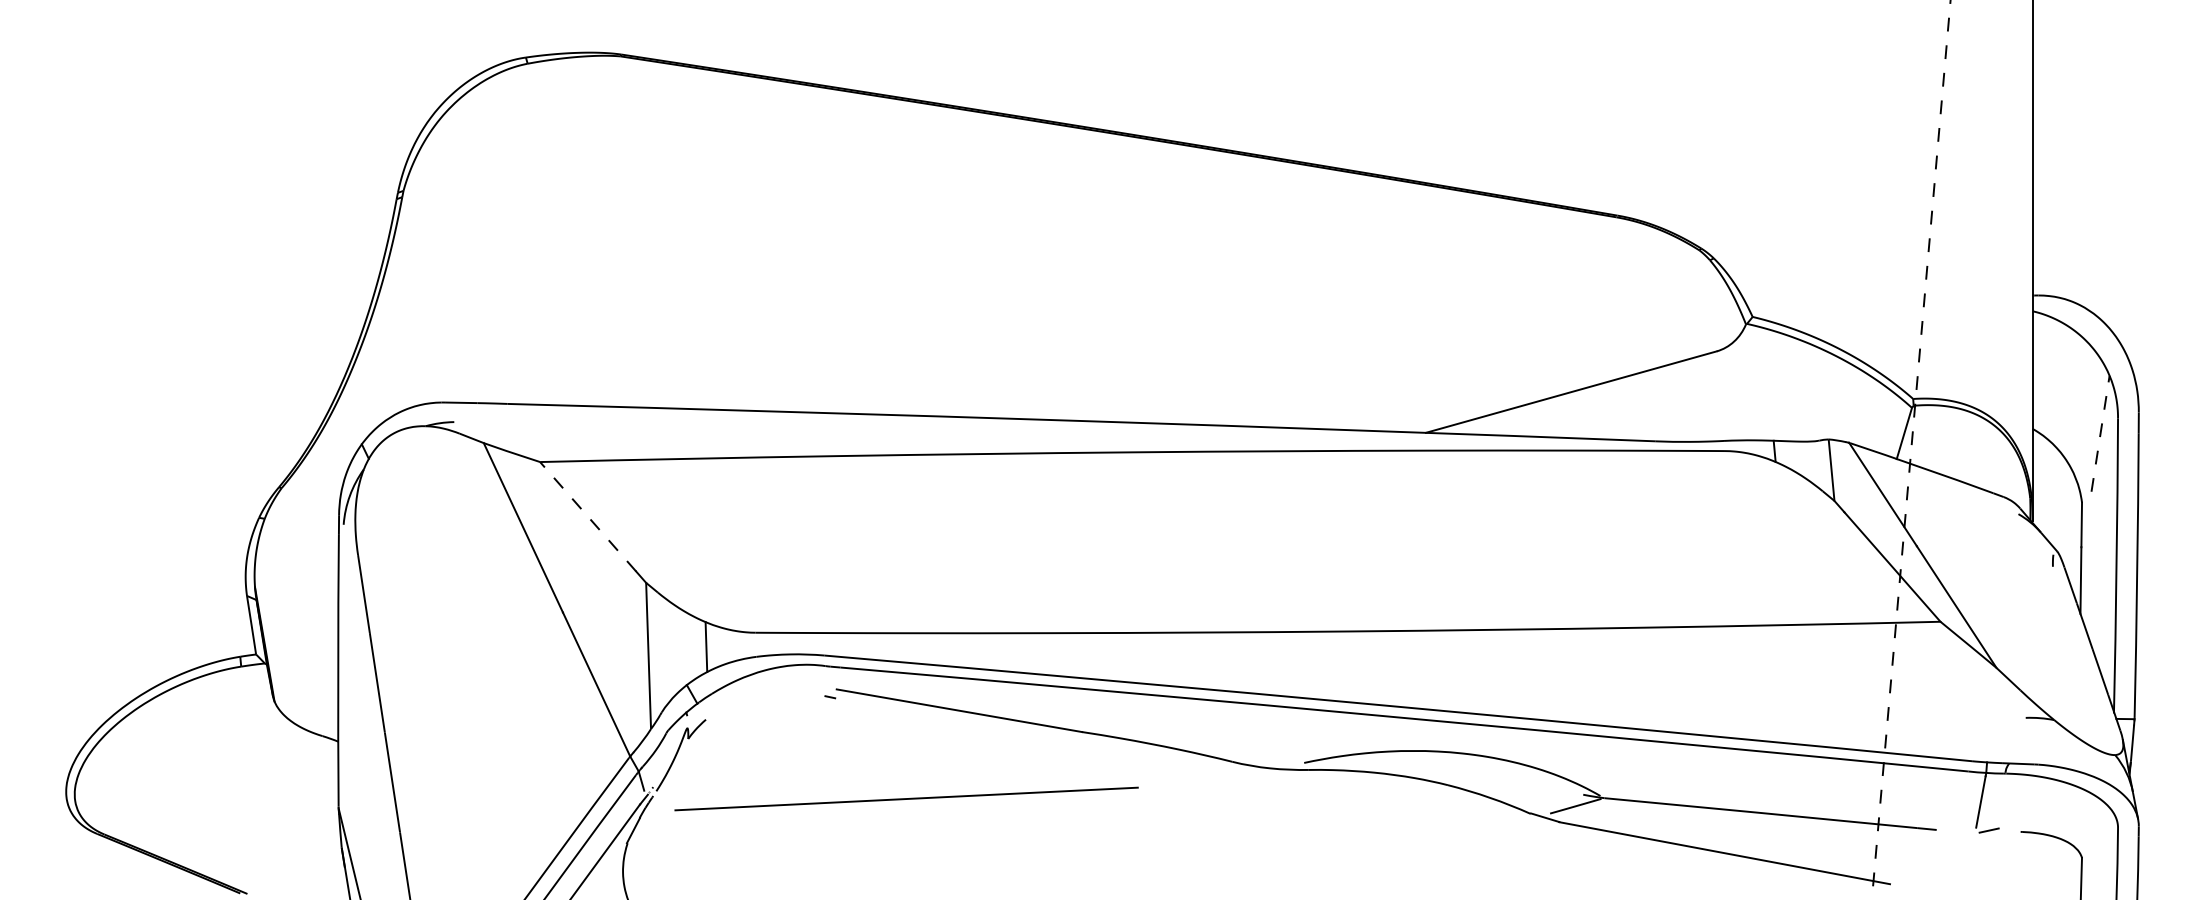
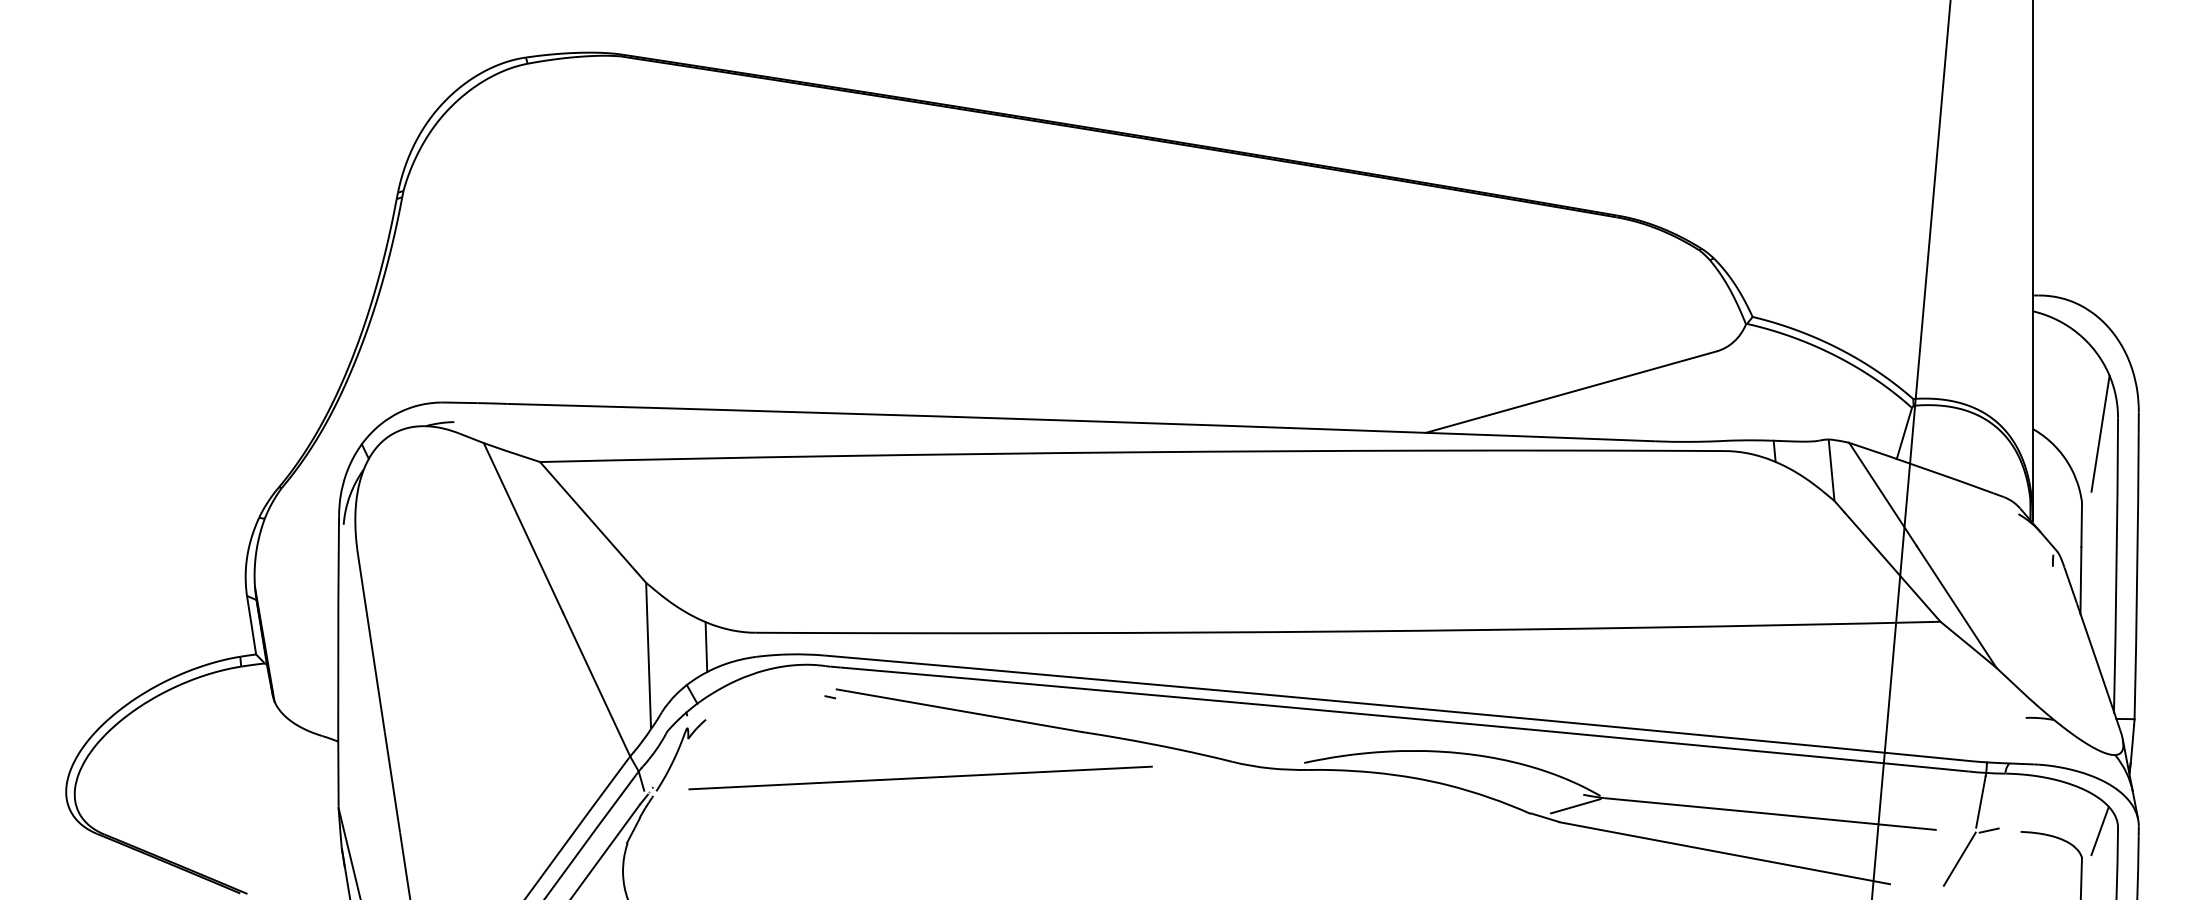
line at (2100, 433): dashed -> solid
line at (1911, 450): dashed -> solid
line at (588, 516): dashed -> solid
line at (906, 798) position: (906, 798) -> (920, 777)
line at (2099, 830): none -> present
line at (1959, 858): none -> present
